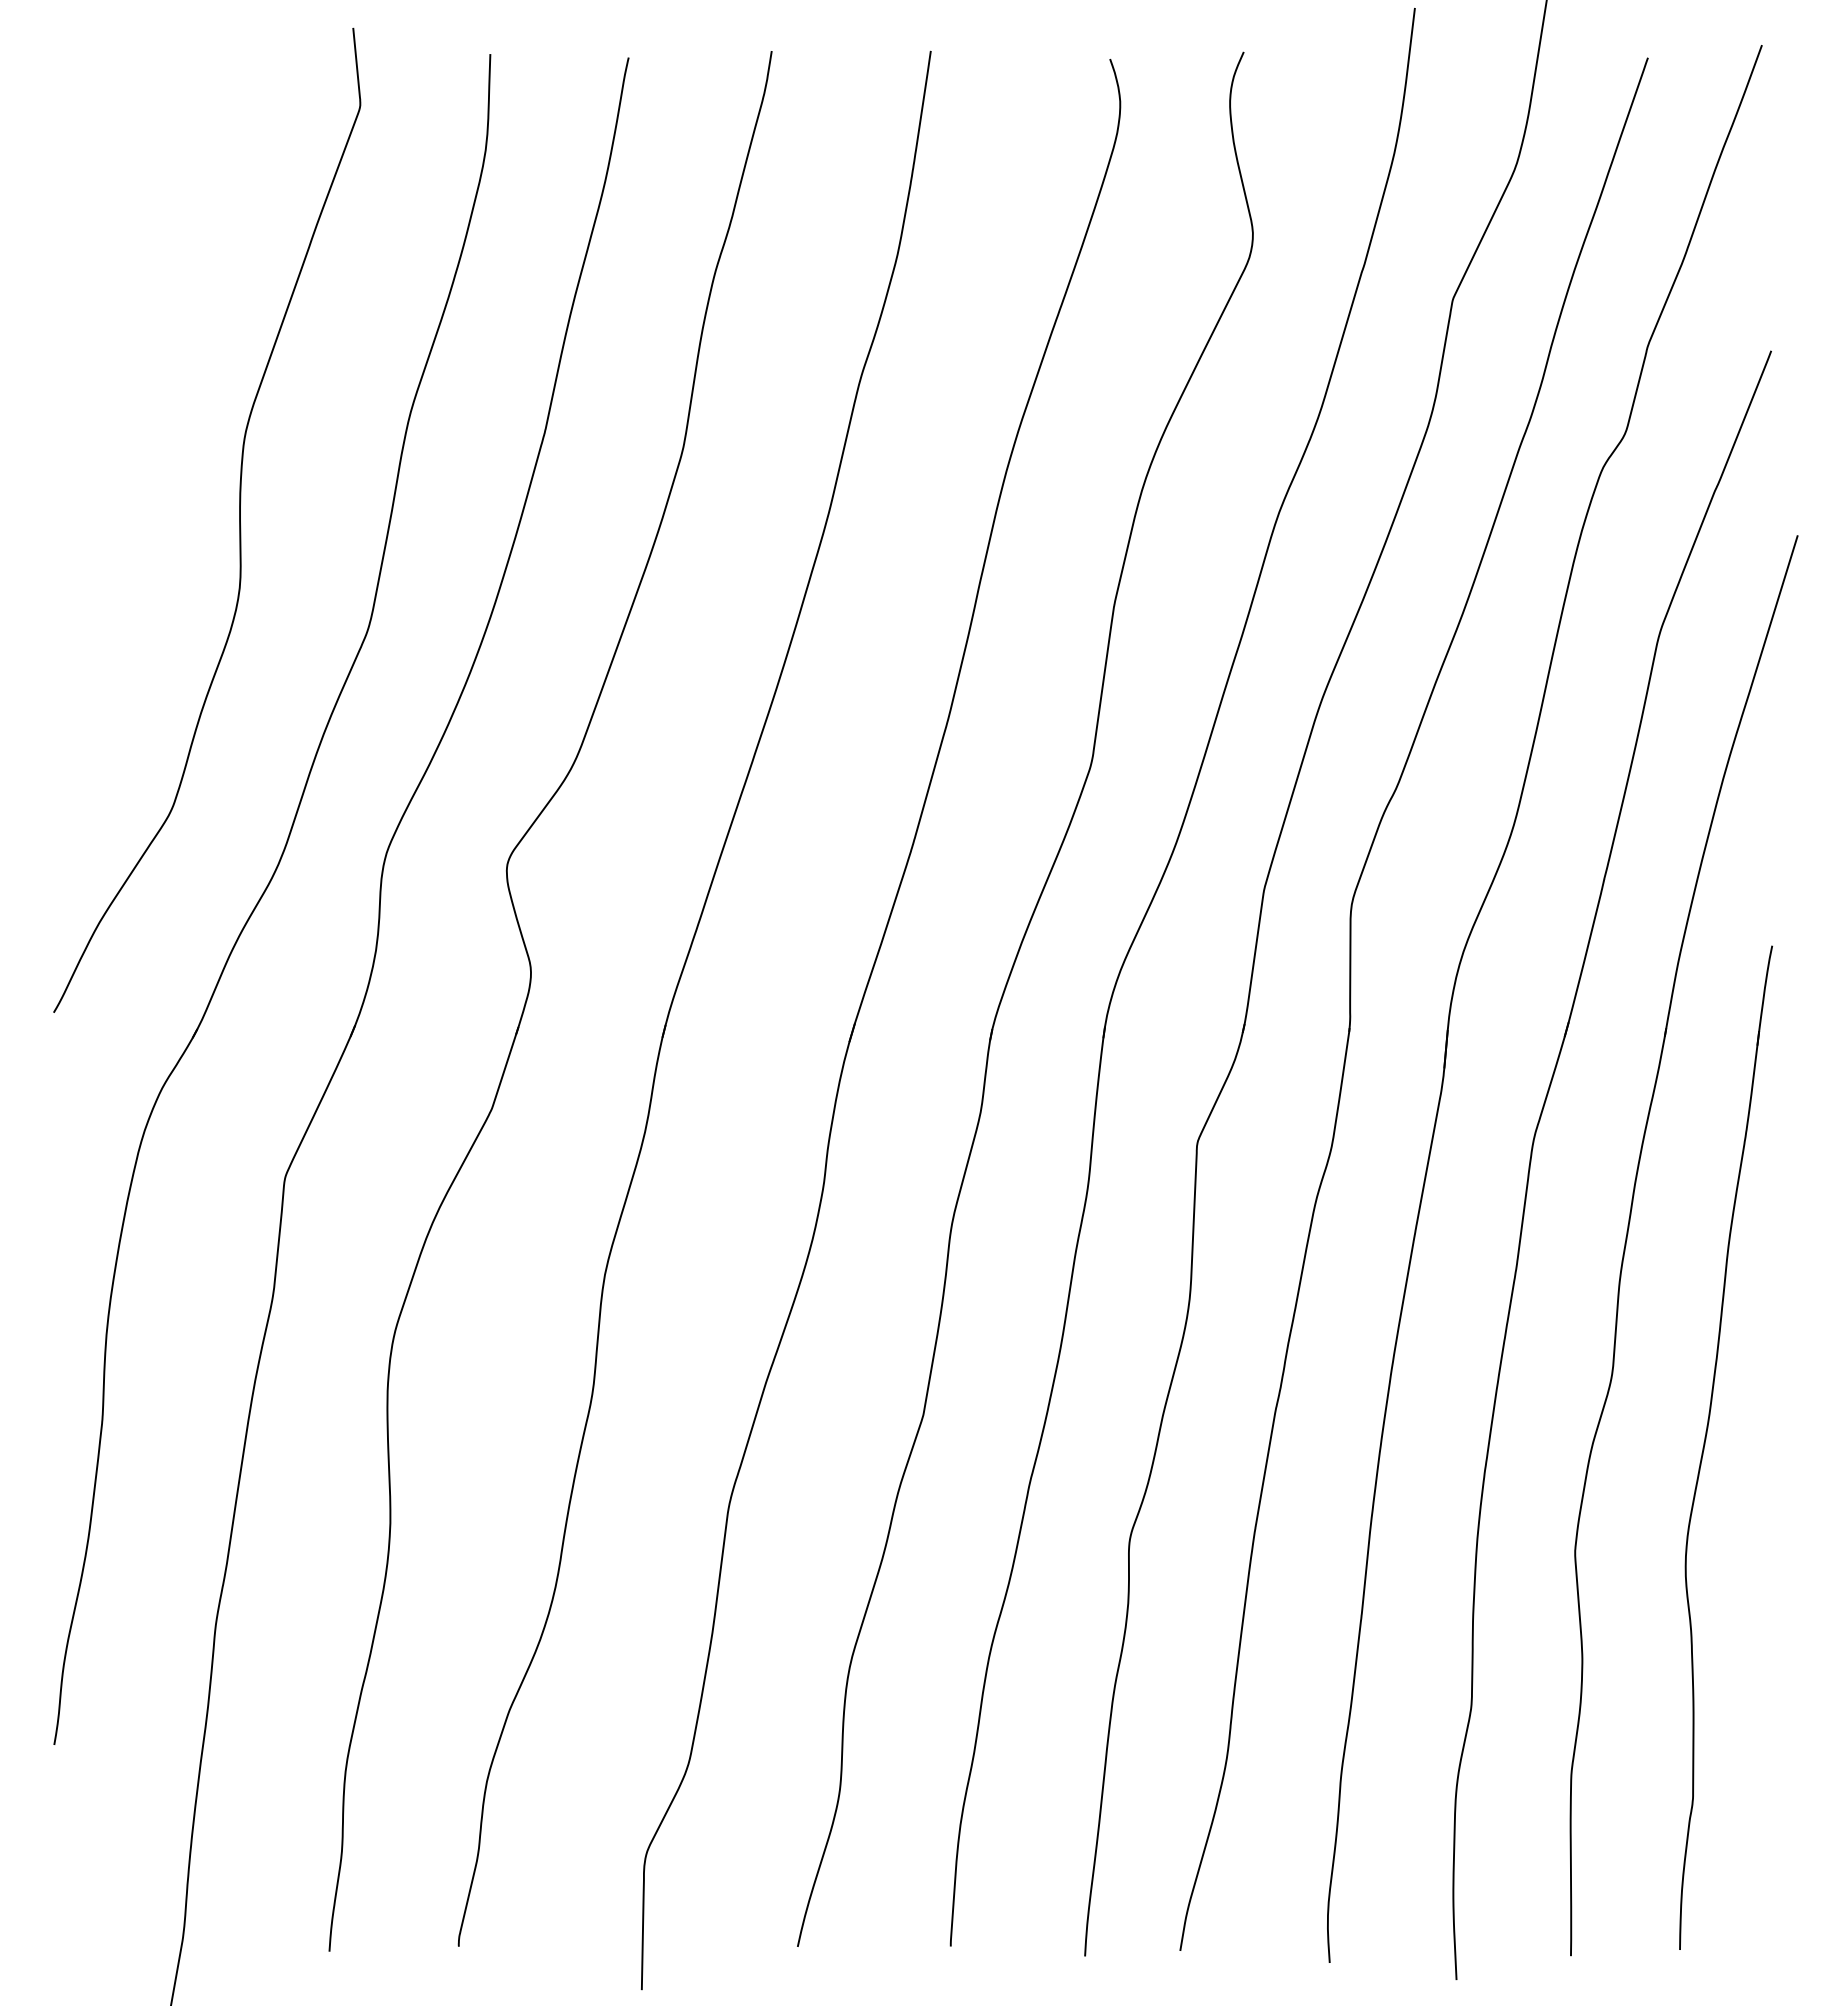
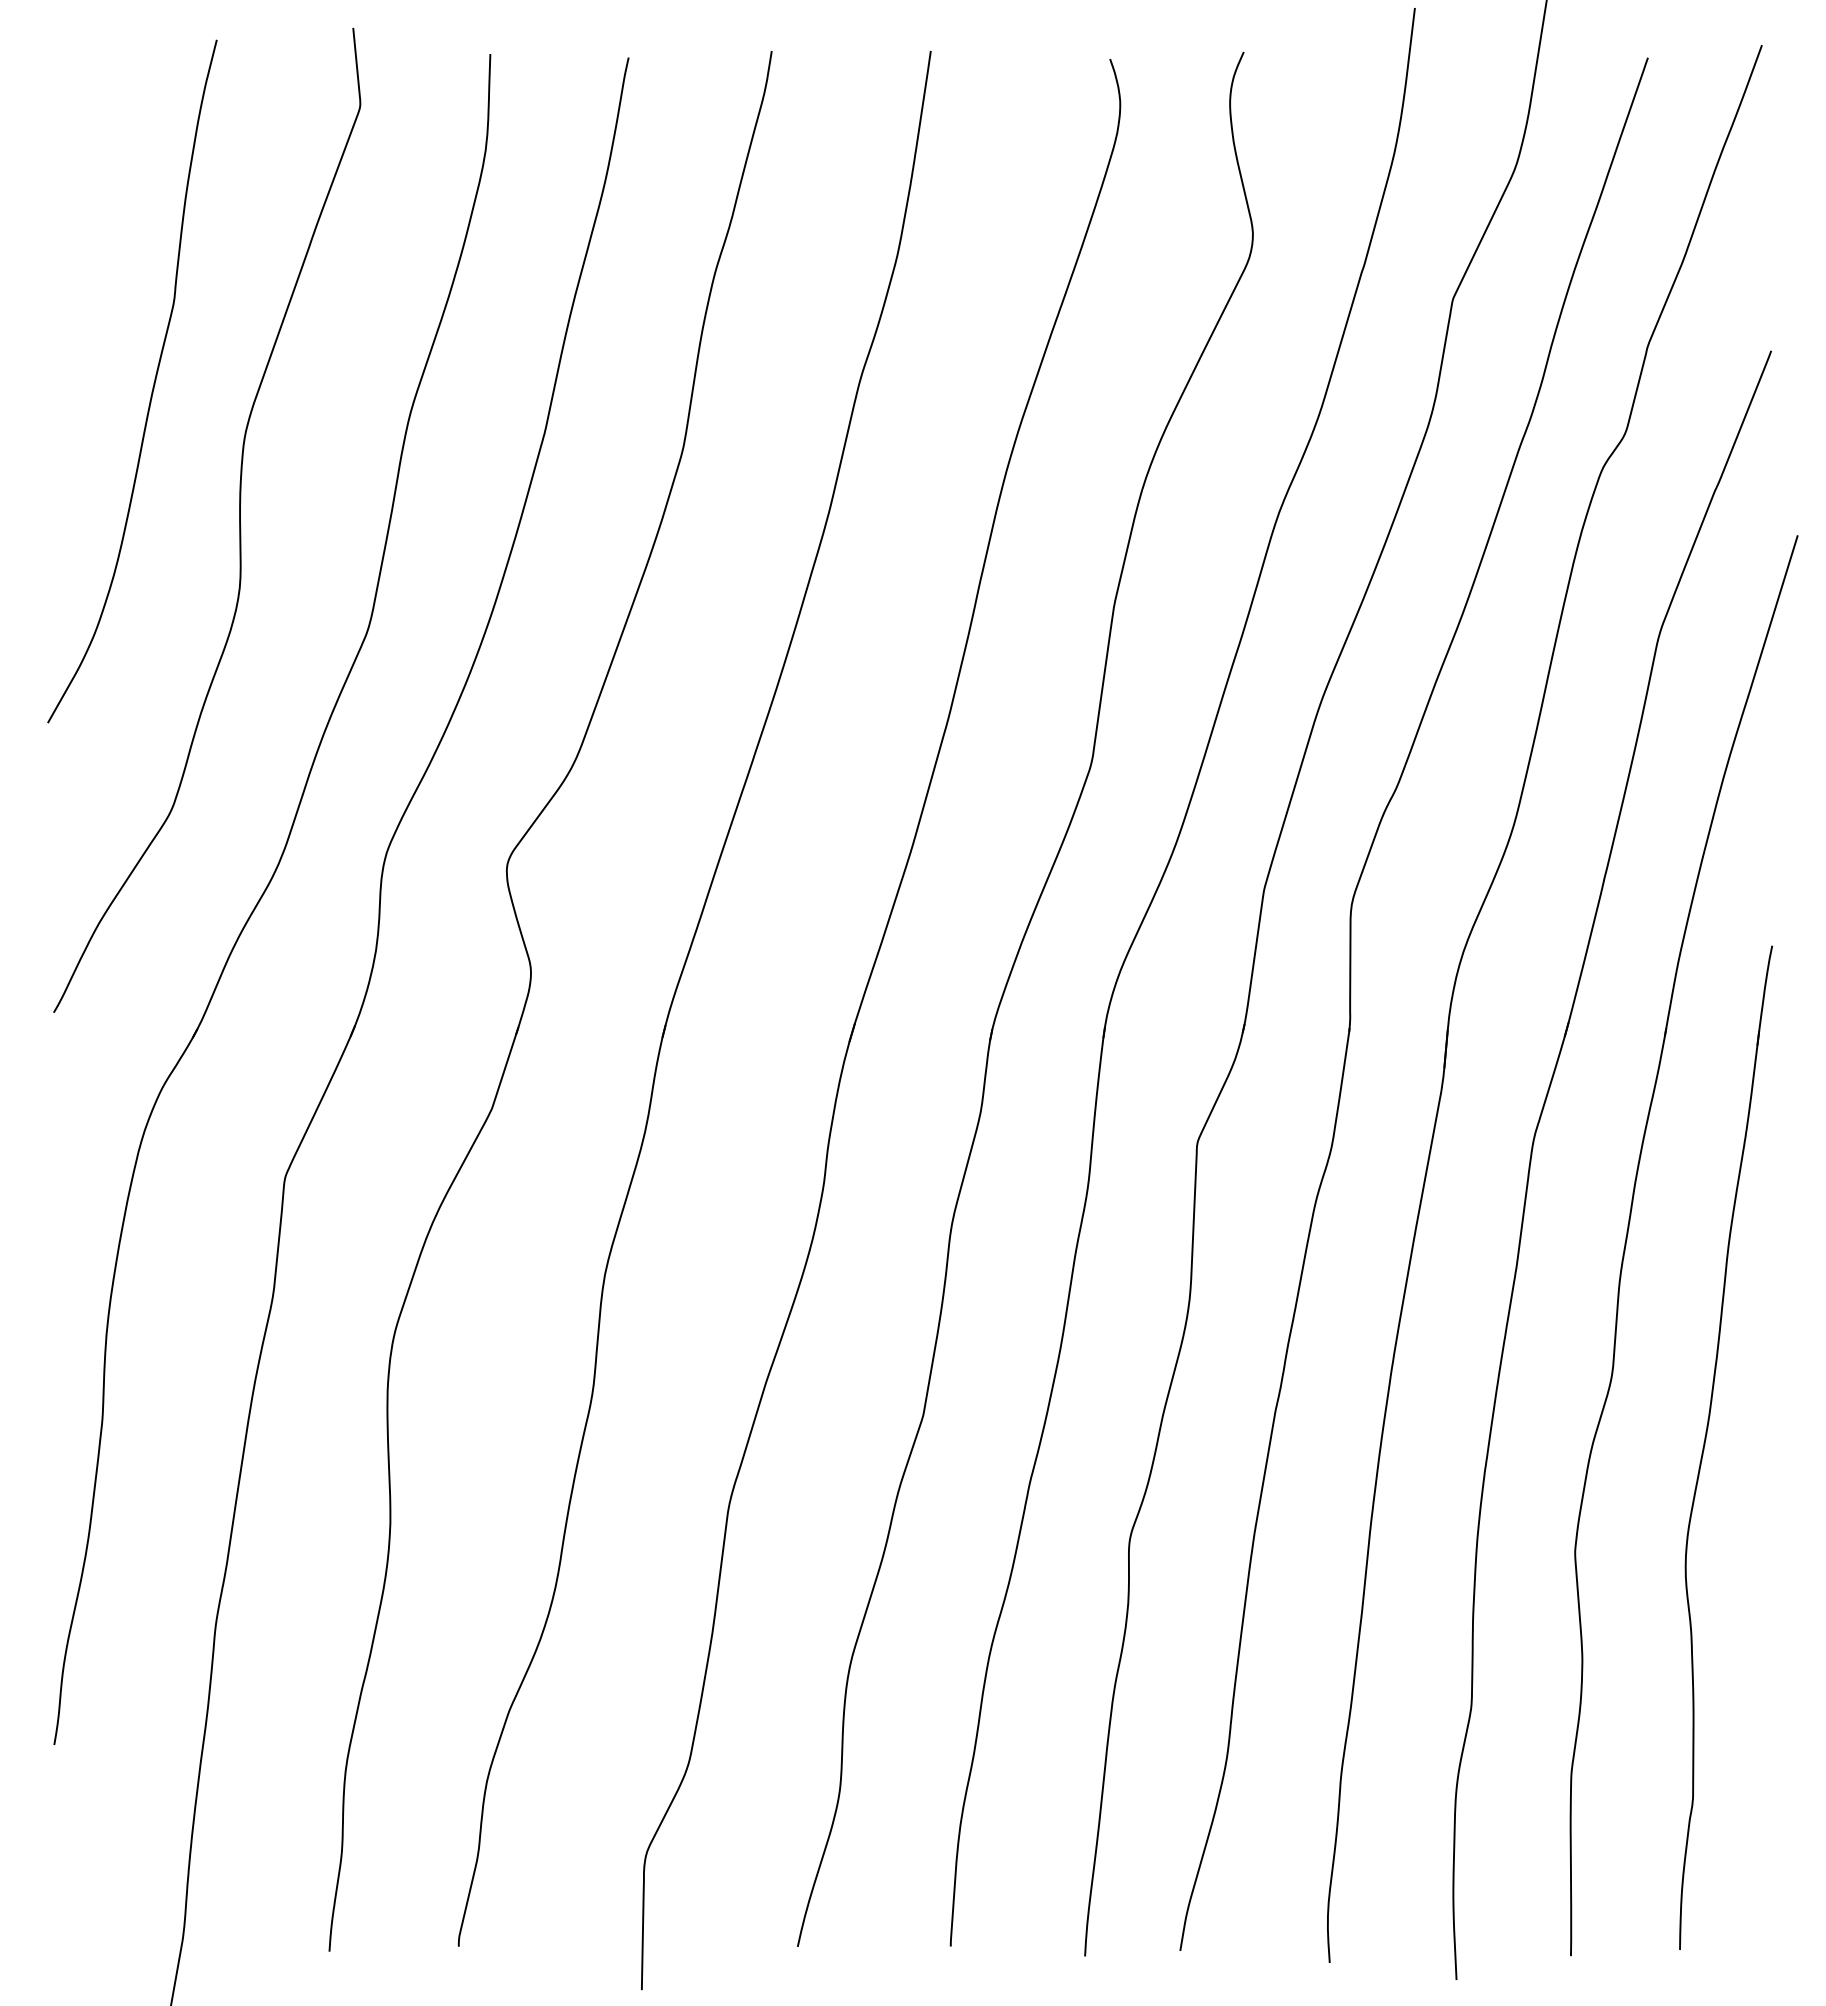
curve at (152, 387): none -> present
